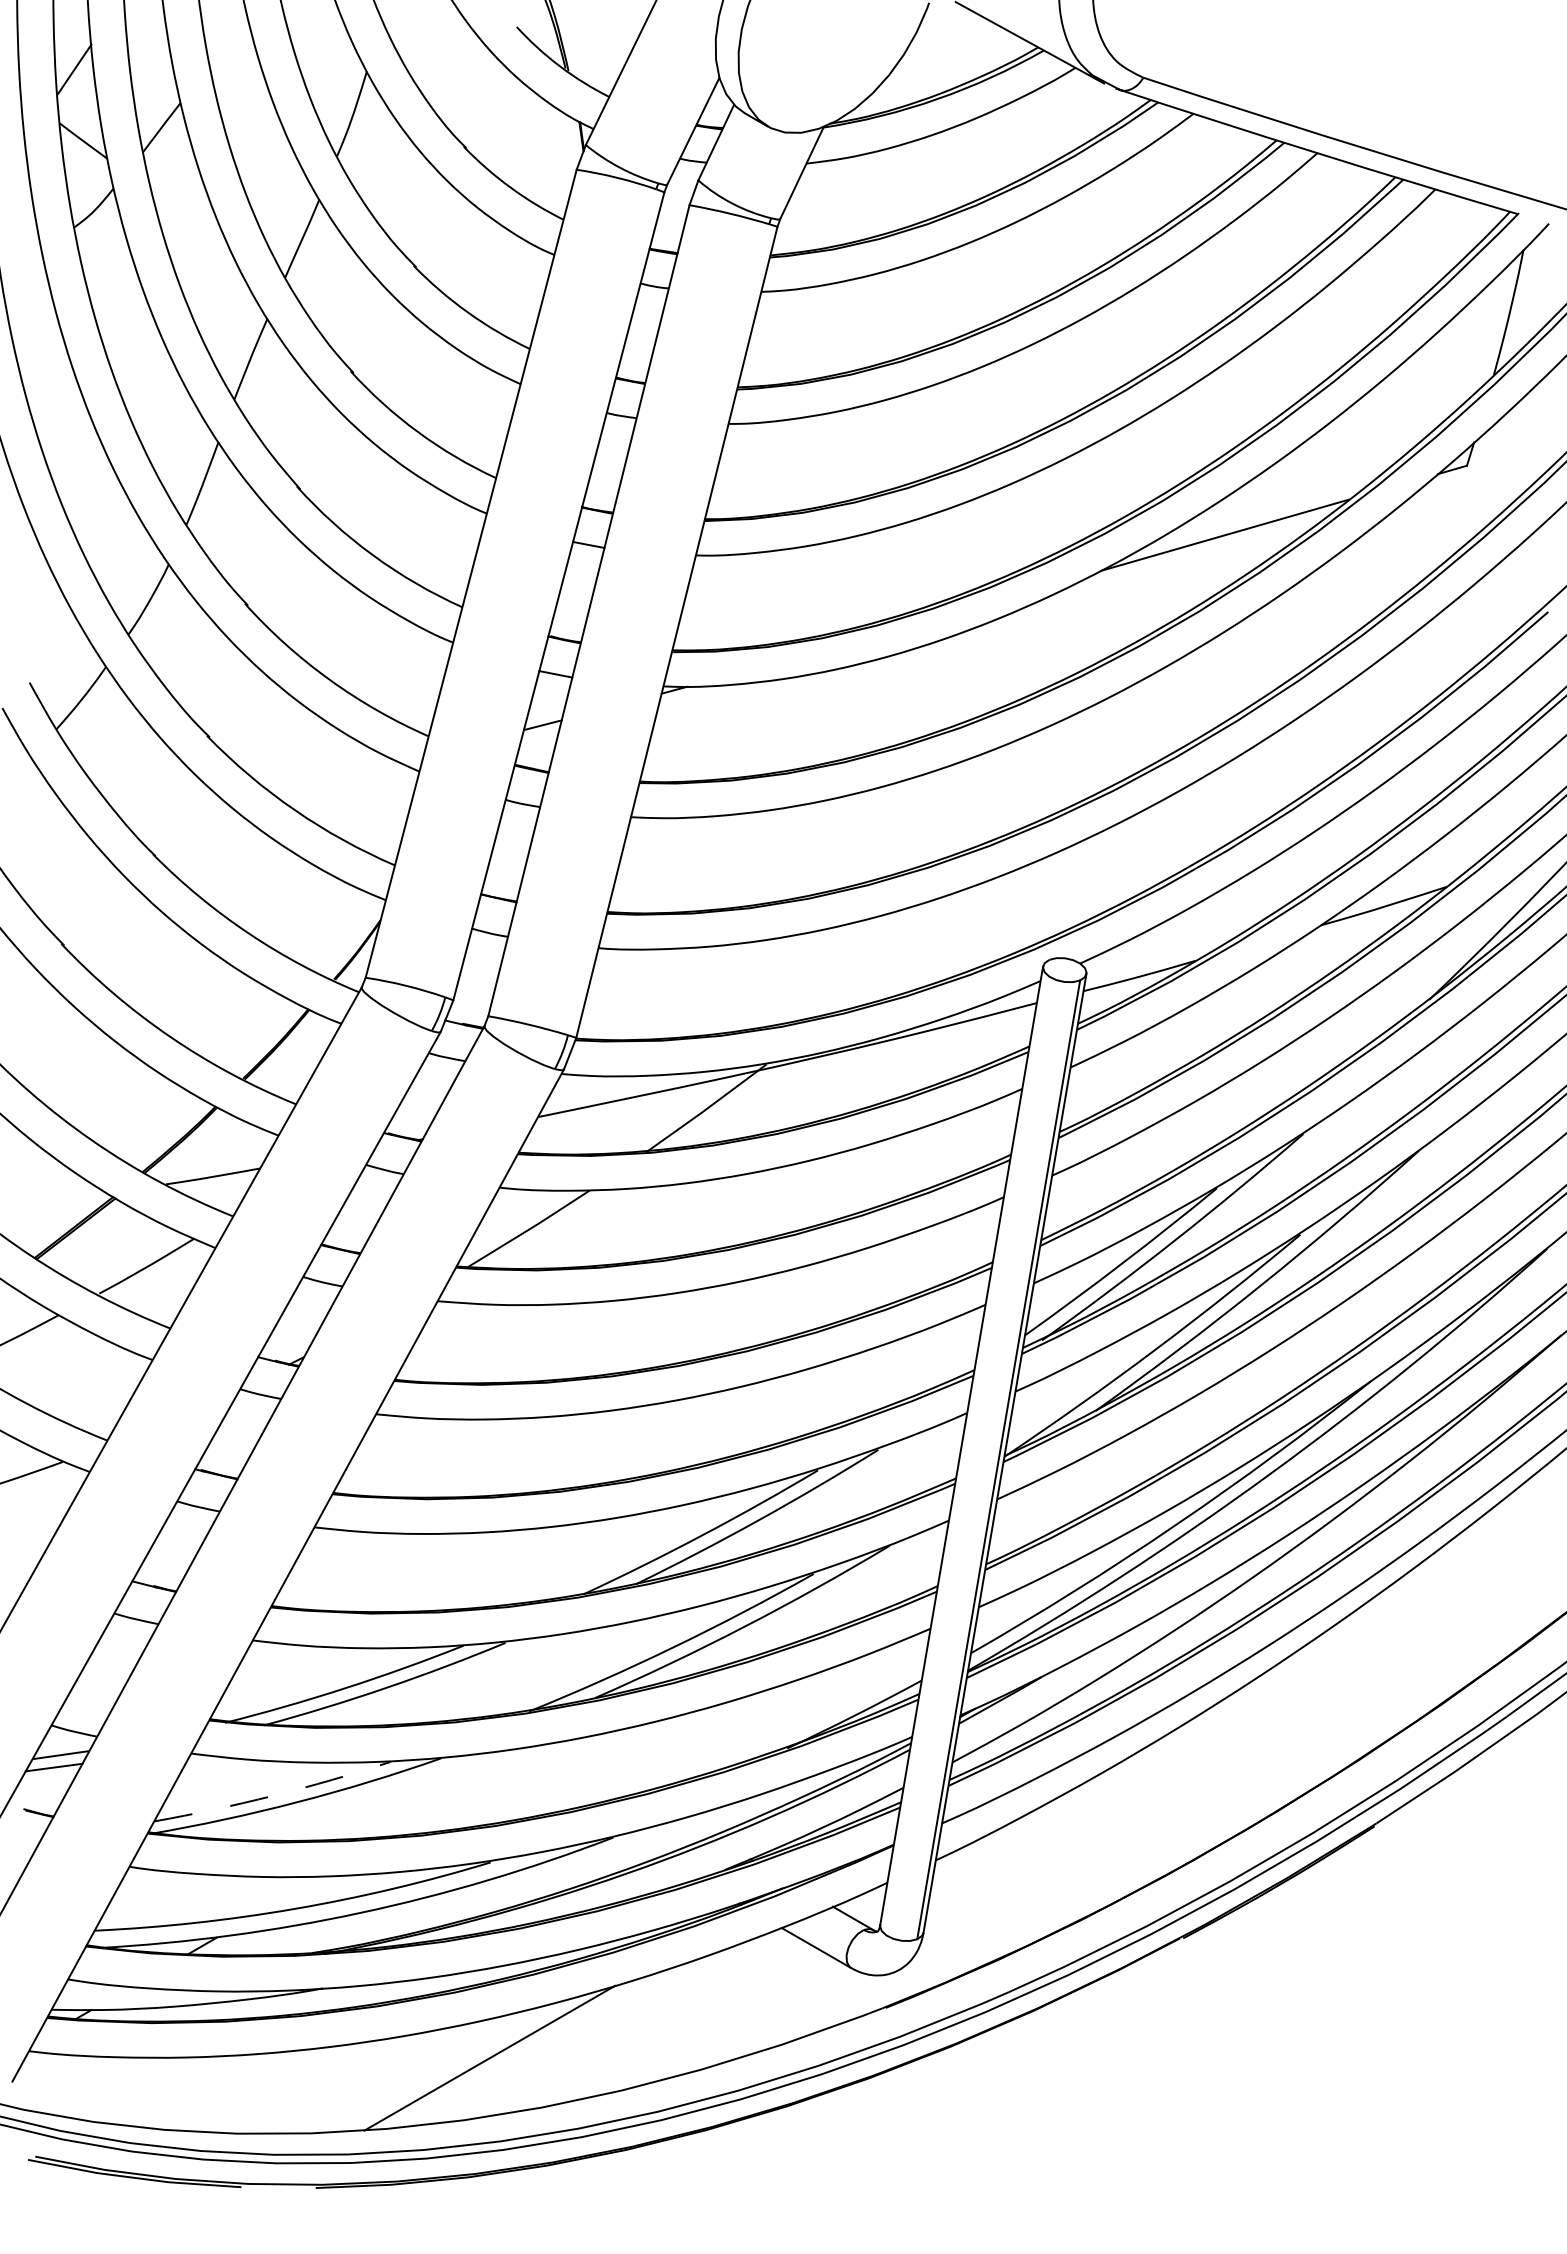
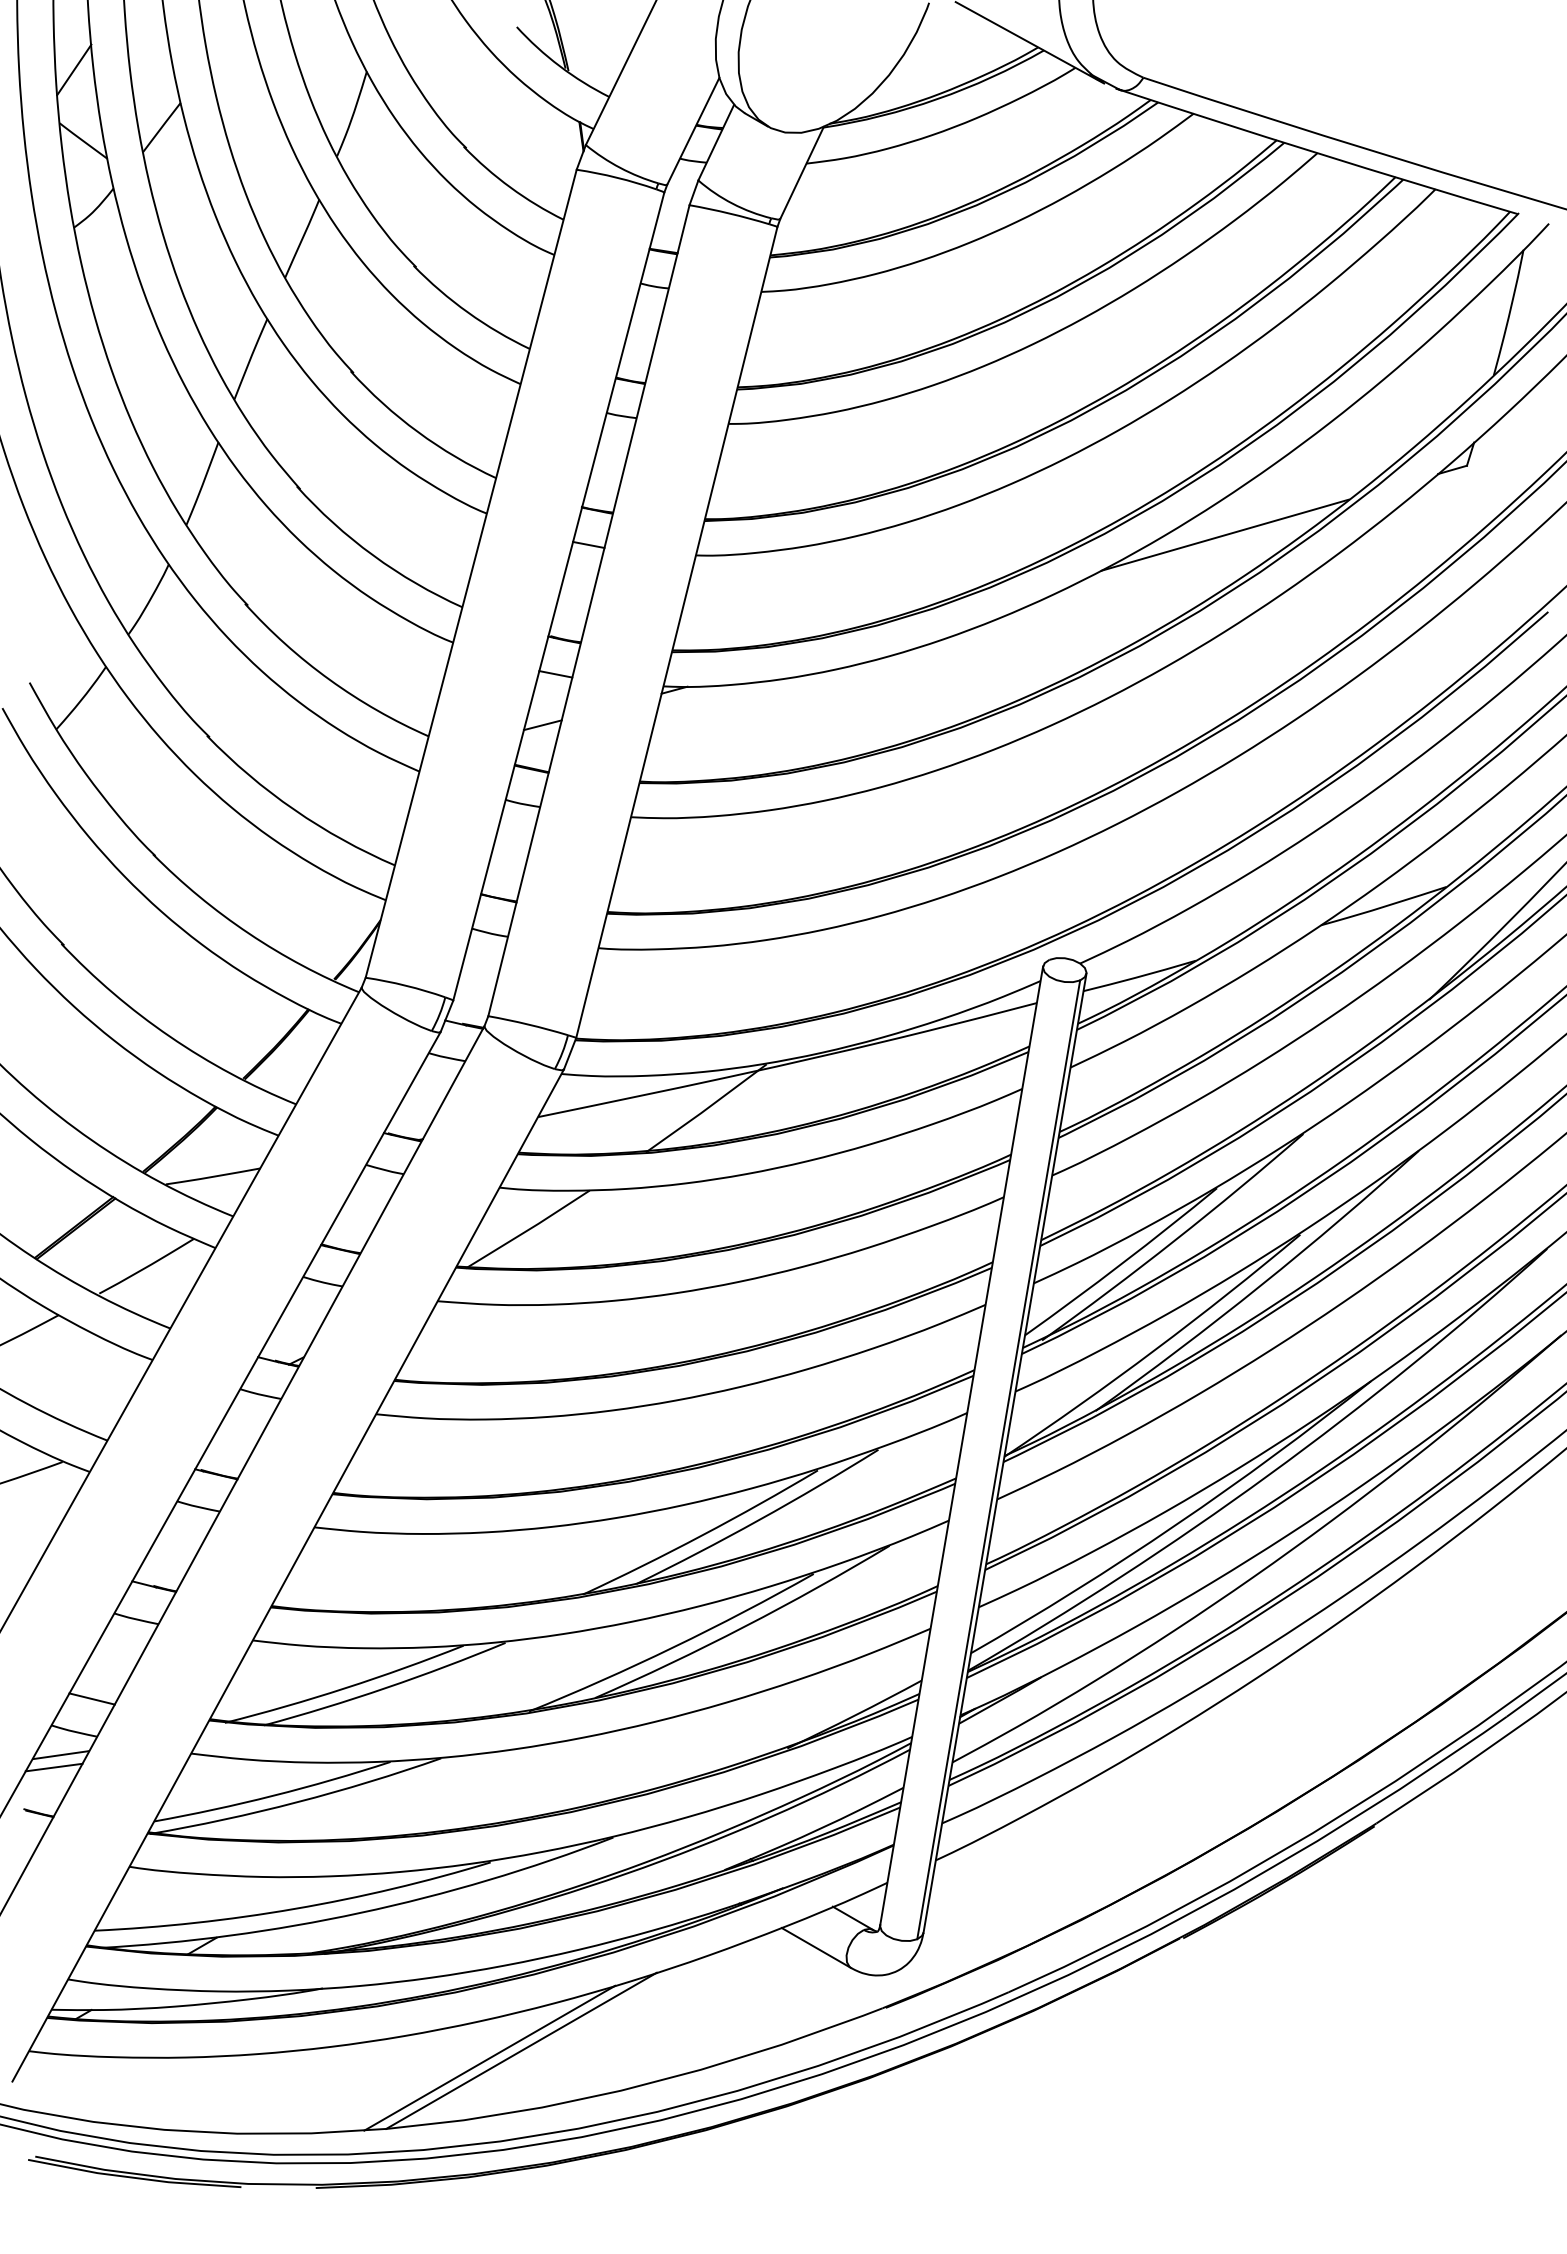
line at (91, 1698): none -> present
arc at (273, 1795): dashed -> solid
line at (521, 2050): none -> present
